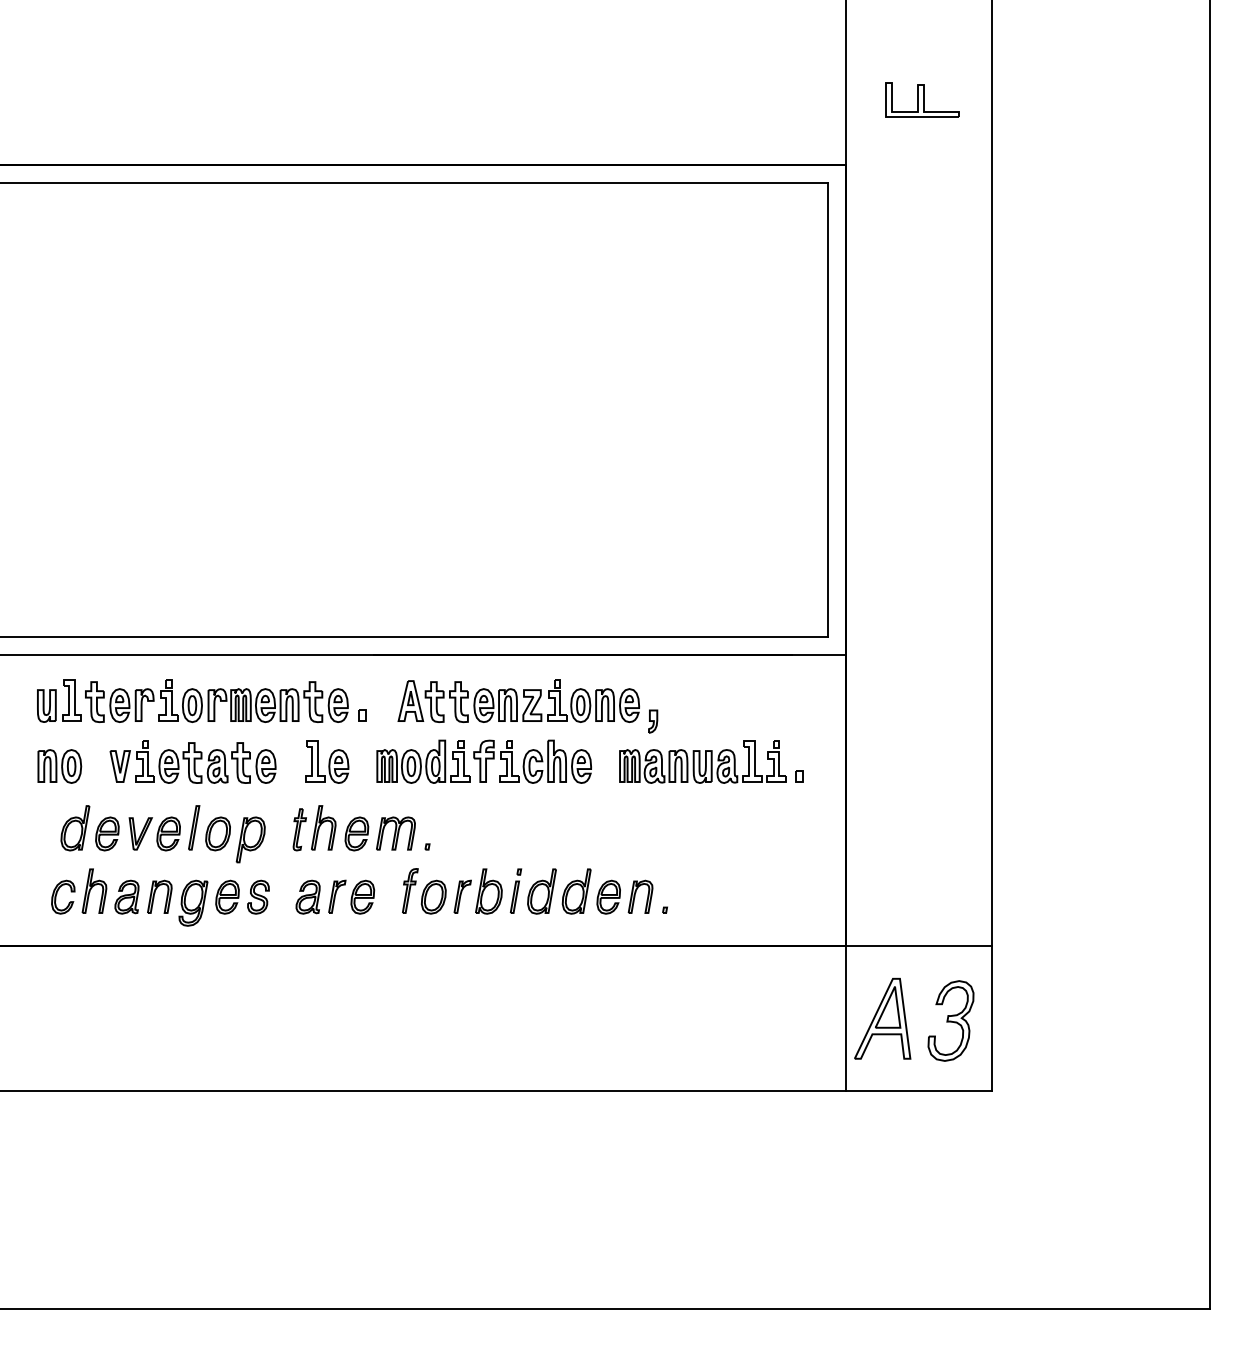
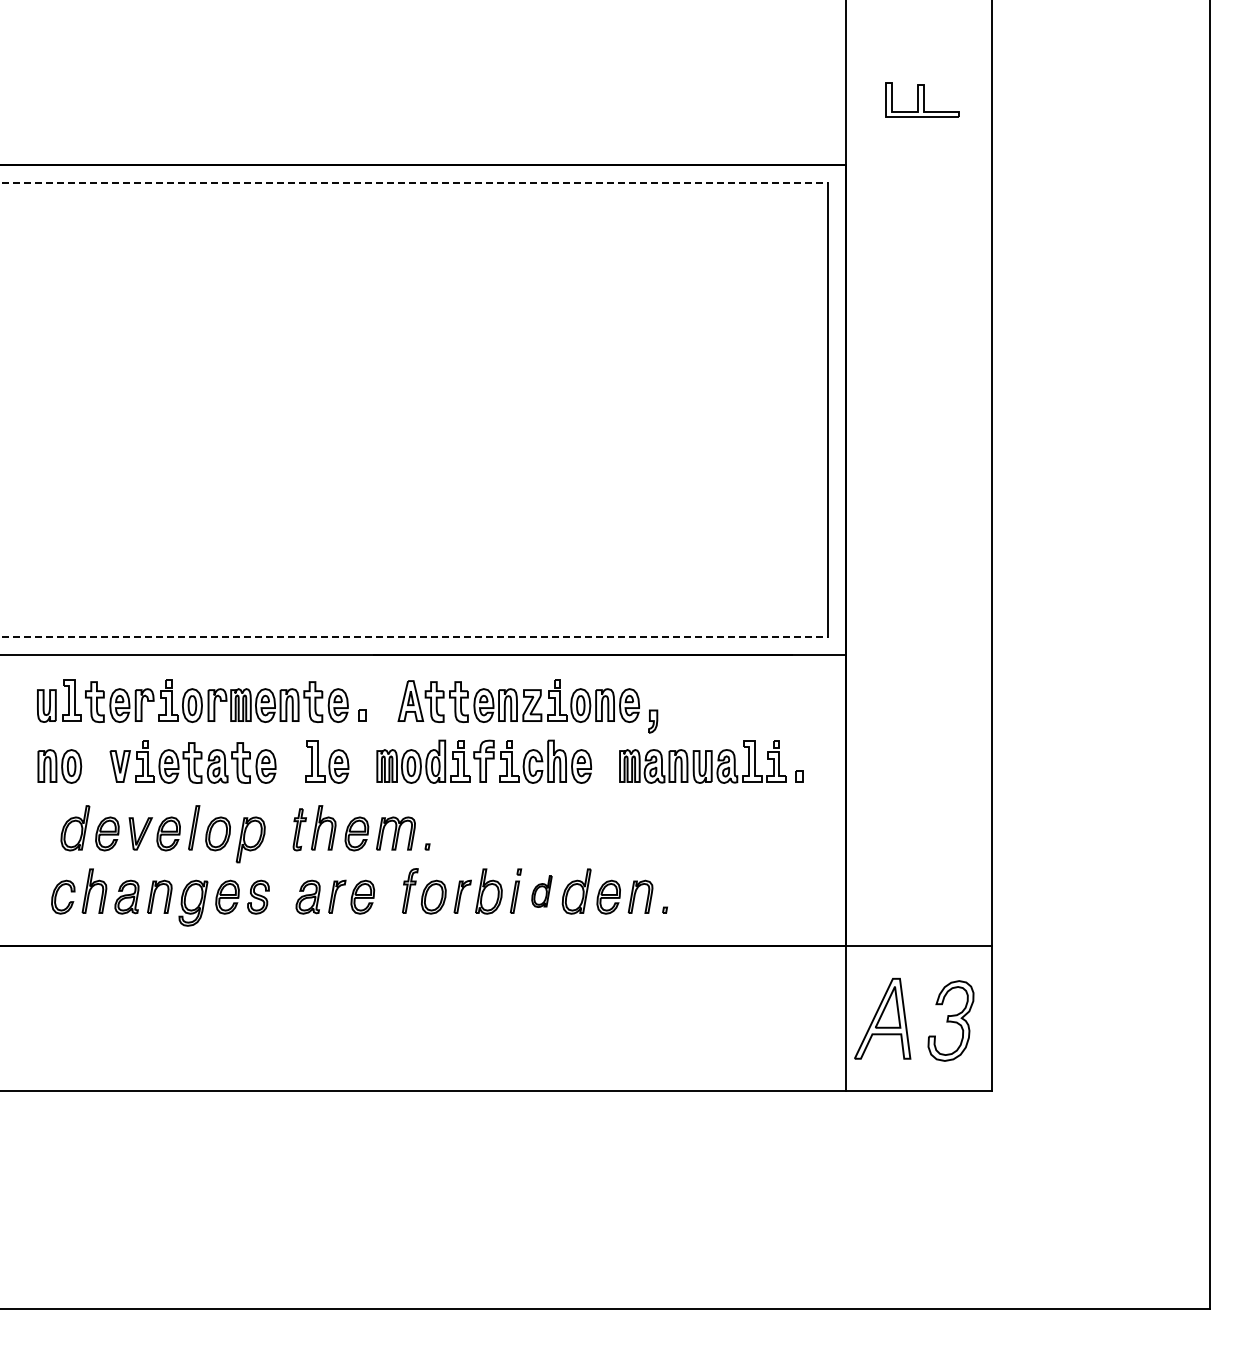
line at (414, 183): solid -> dashed
line at (414, 637): solid -> dashed
part at (541, 891) size: 30x47 px -> 22x33 px
